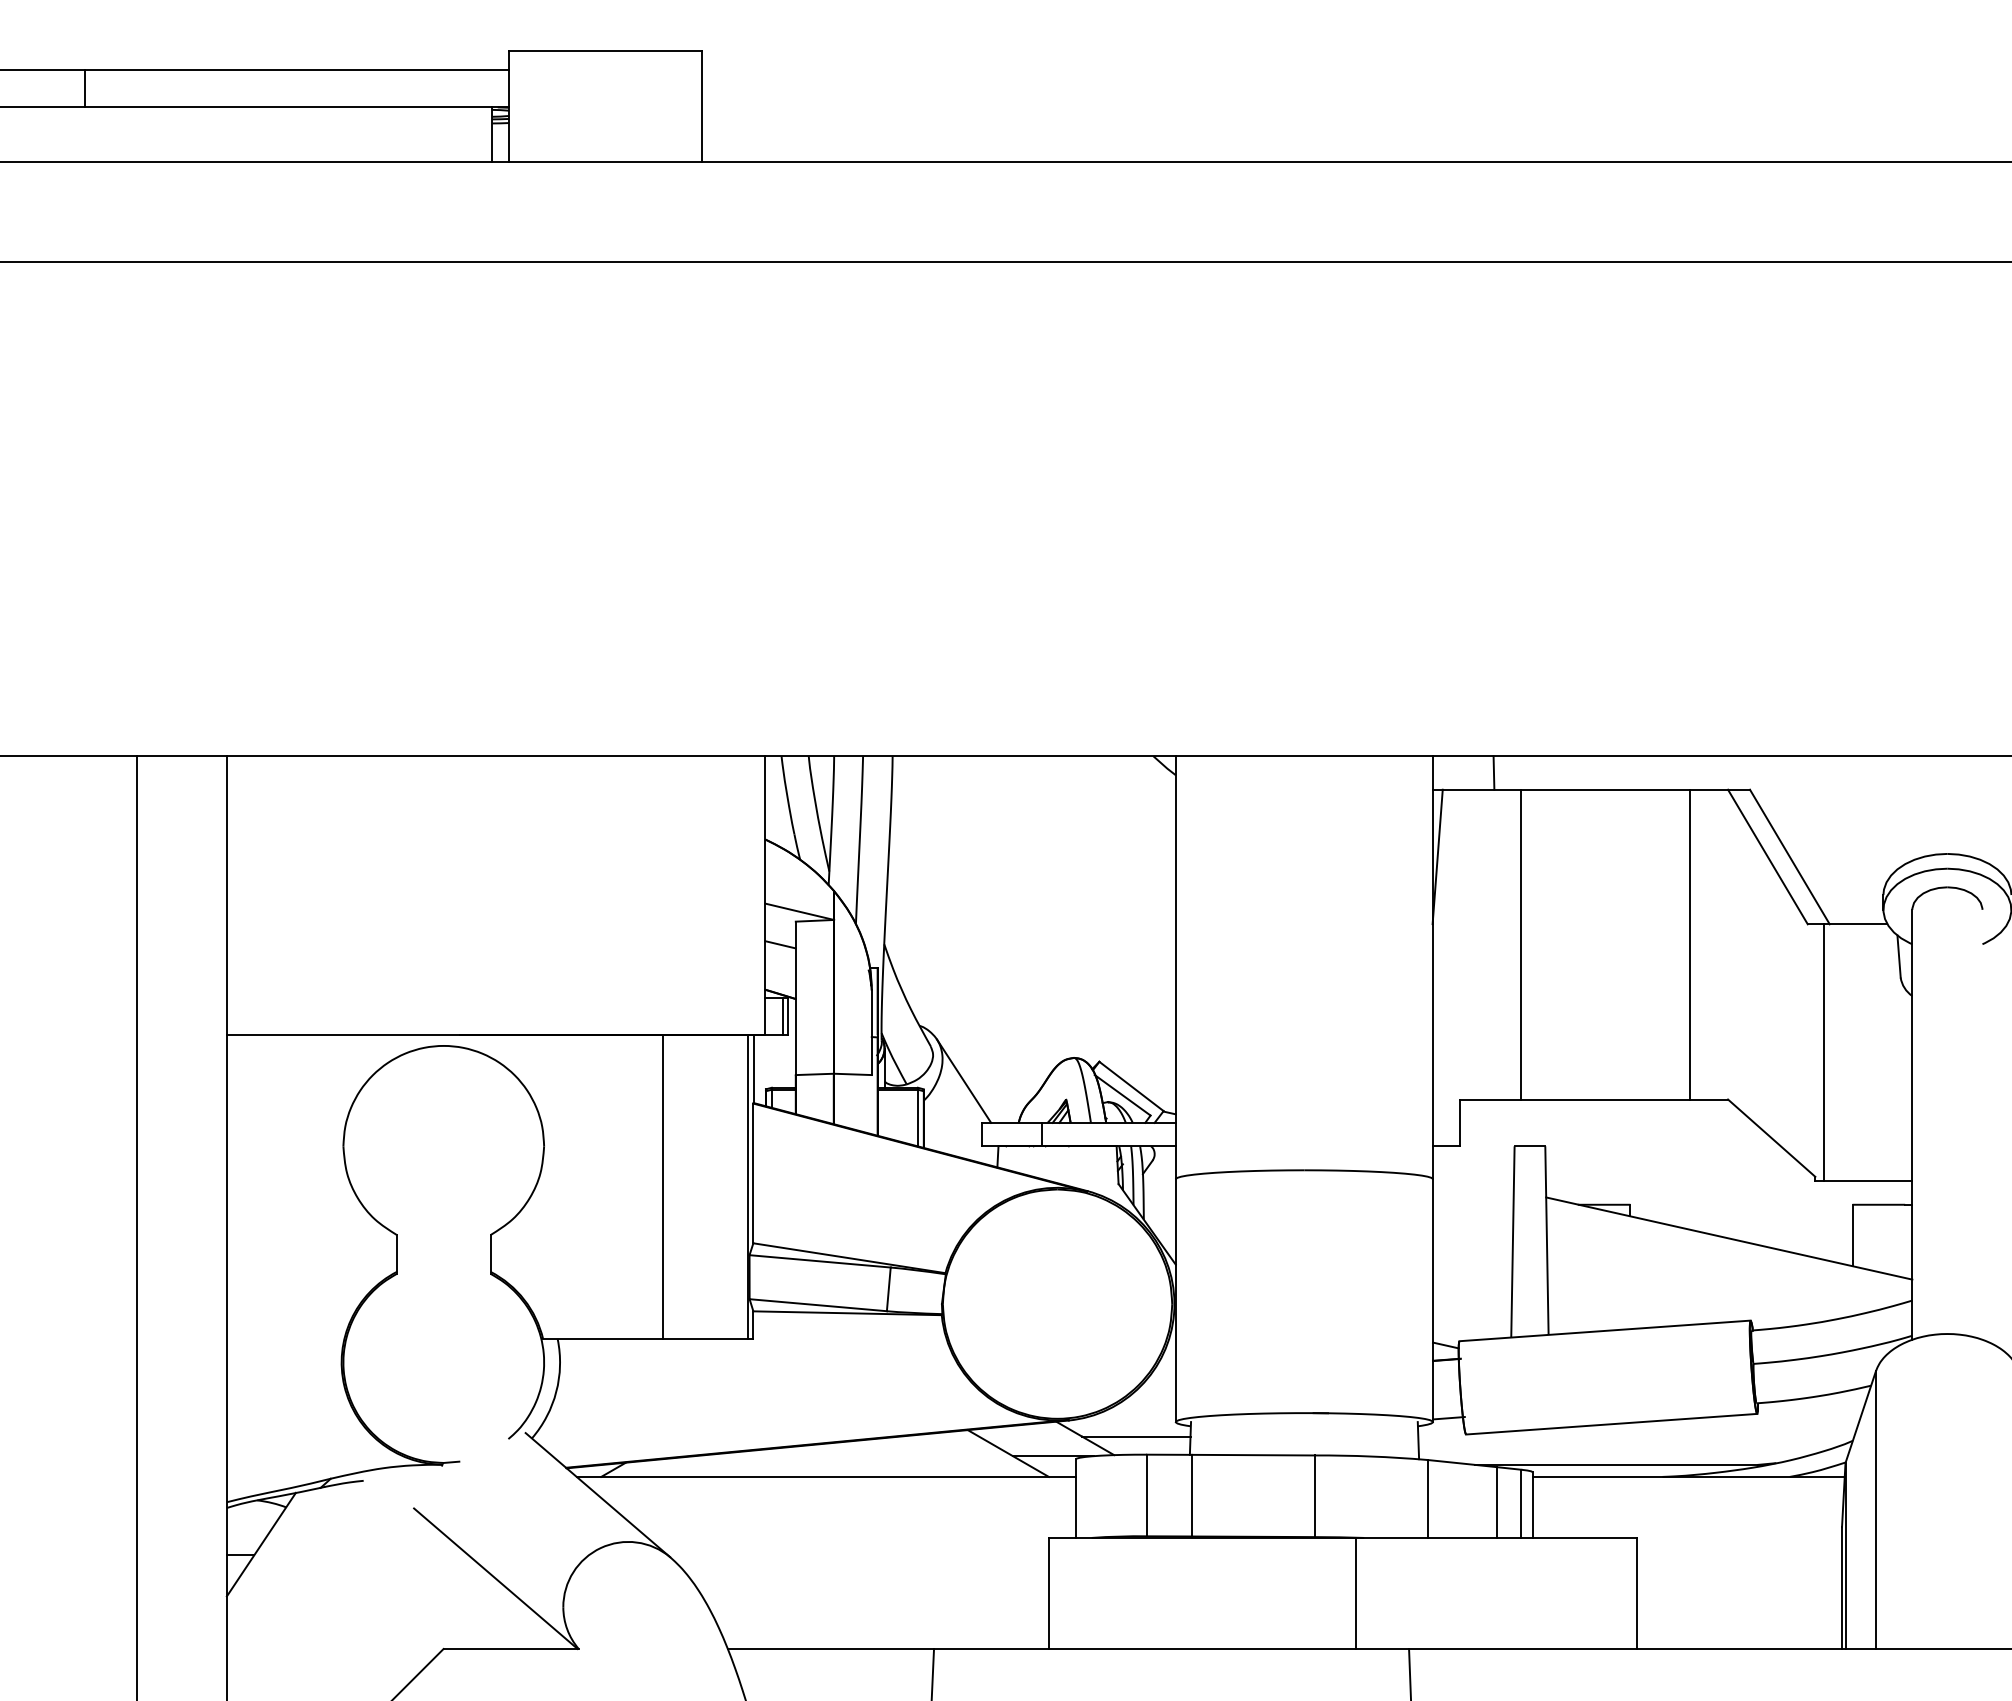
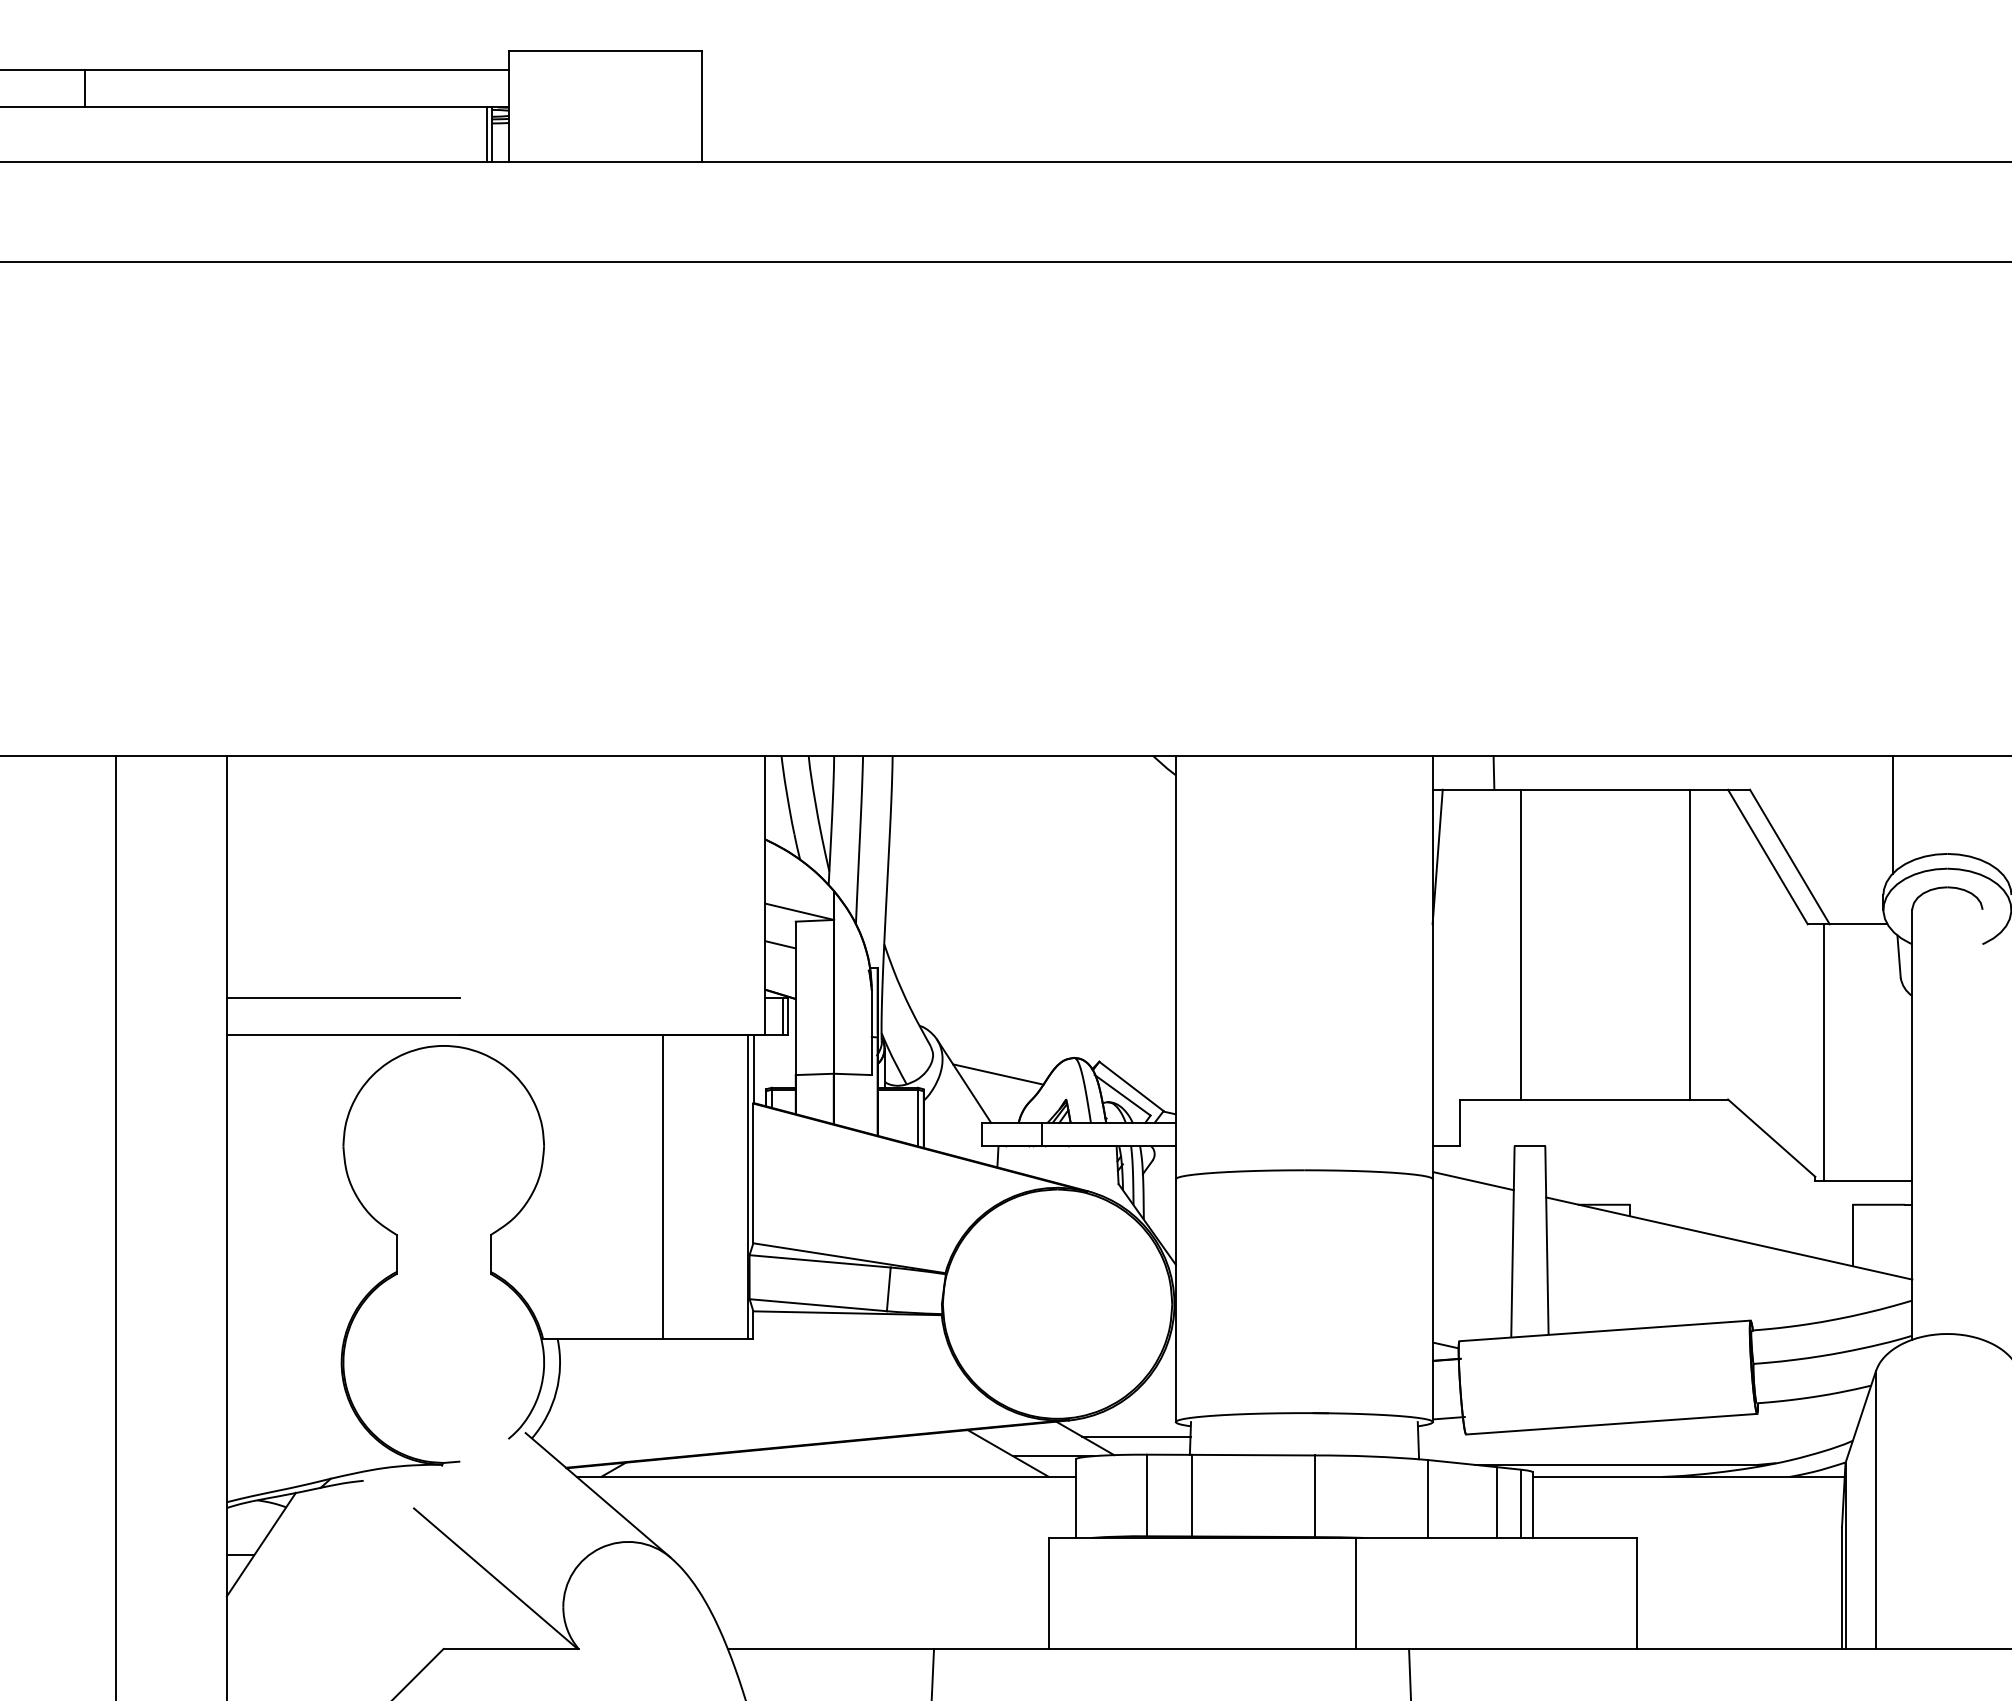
line at (486, 134): none -> present
line at (1892, 814): none -> present
line at (343, 998): none -> present
line at (998, 1074): none -> present
line at (1473, 1181): none -> present
line at (136, 1226) position: (136, 1226) -> (115, 1226)
